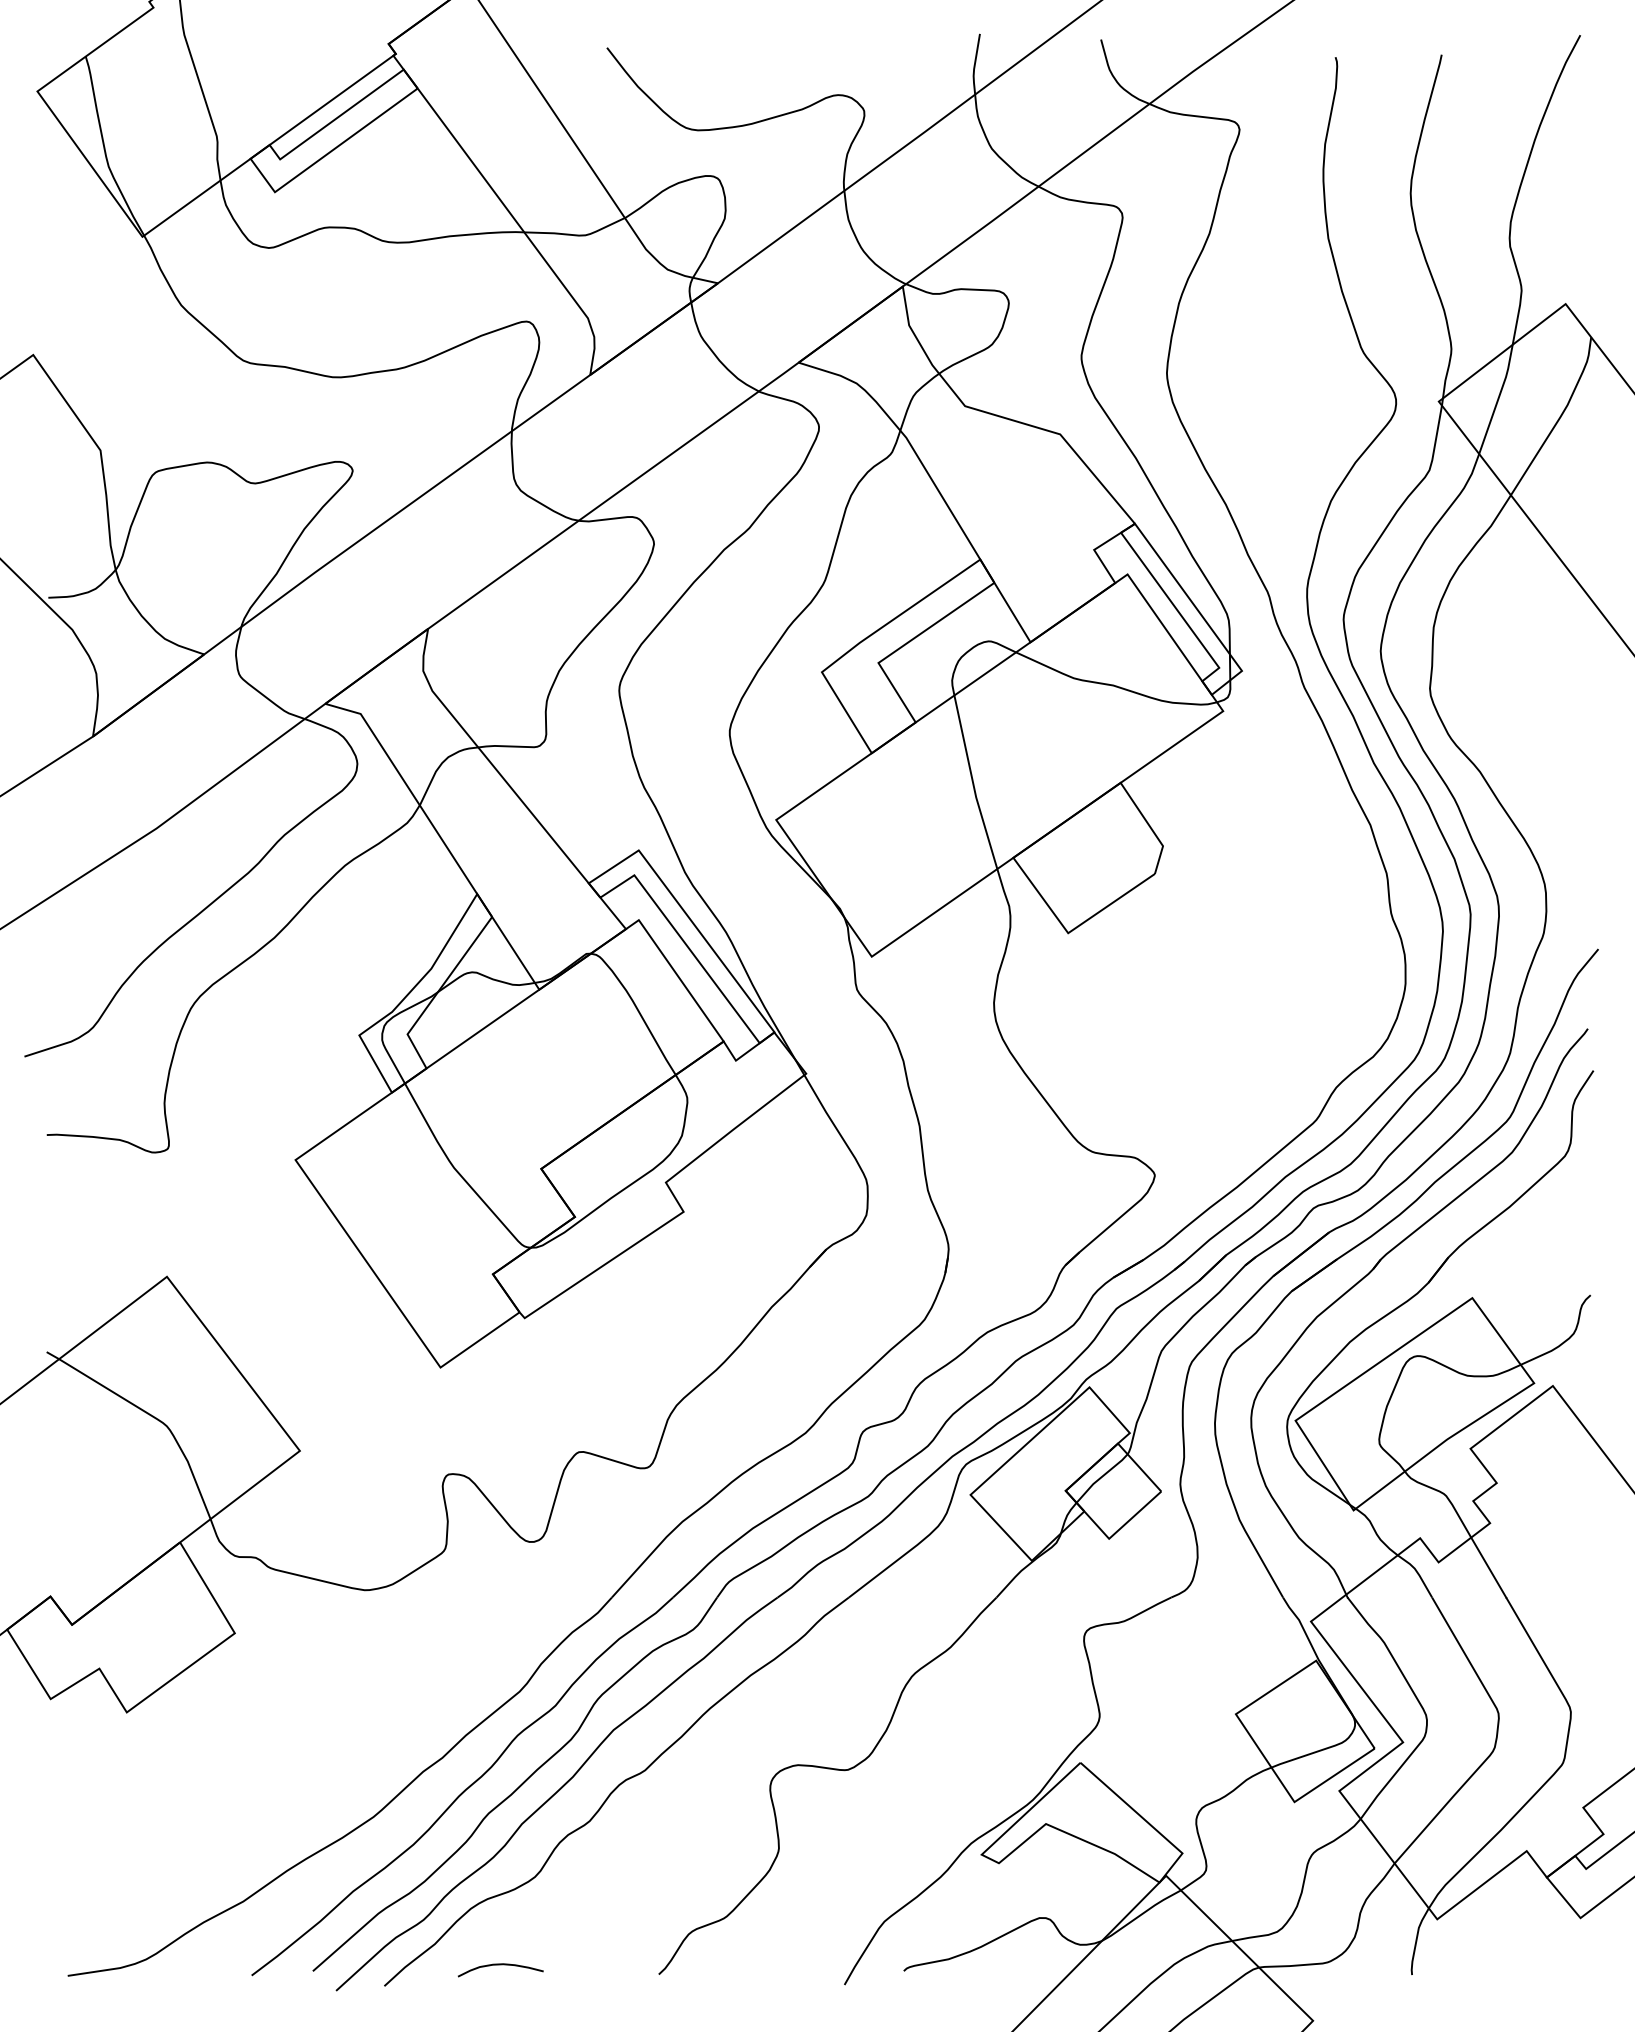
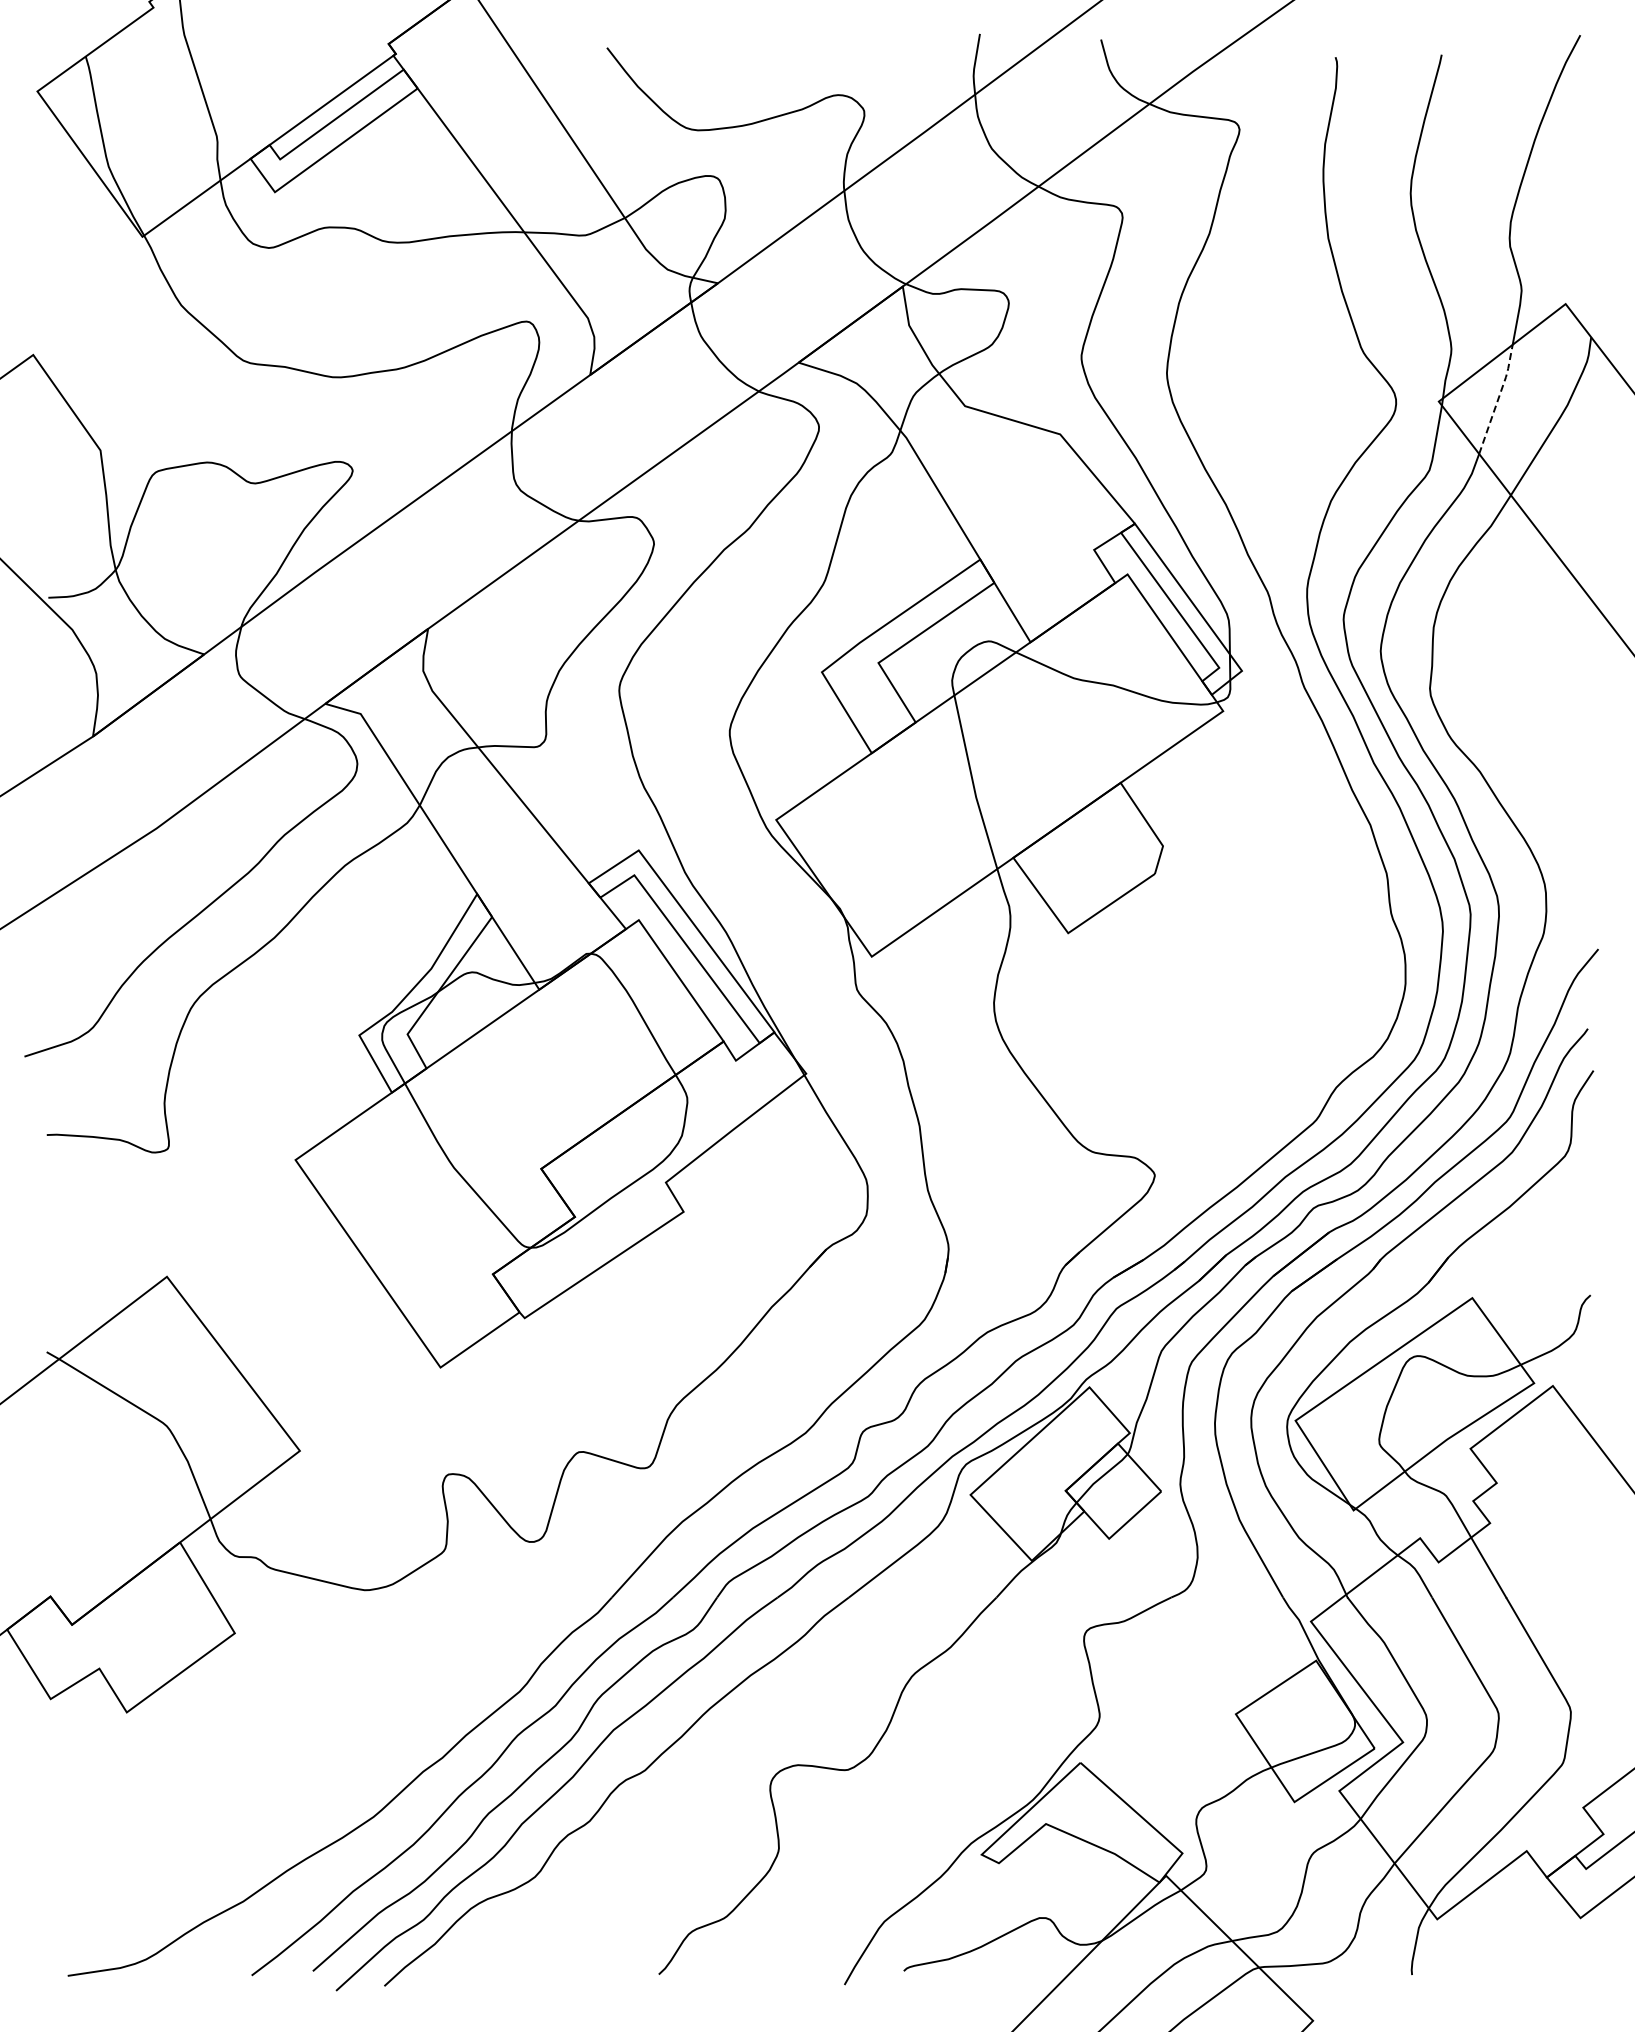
line at (1498, 398): solid -> dashed
curve at (500, 1965): present -> none
